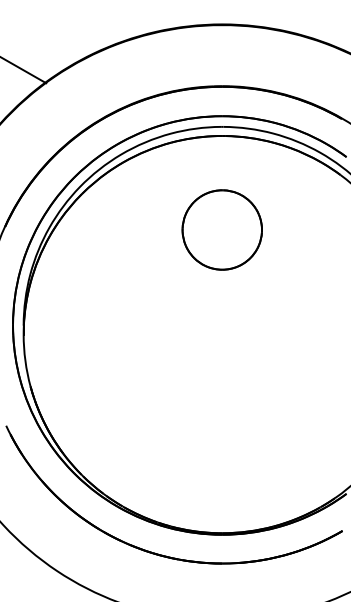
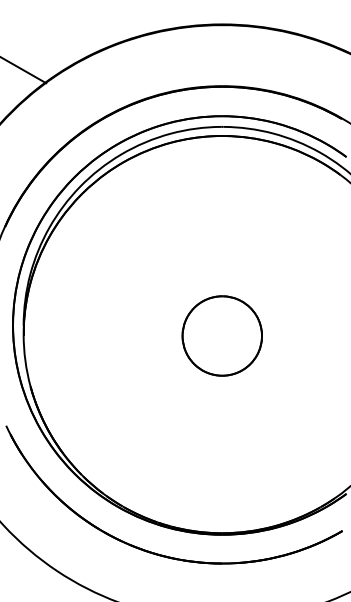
part at (221, 229) position: (221, 229) -> (221, 335)
